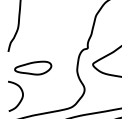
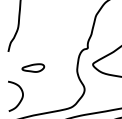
part at (33, 67) size: 39x16 px -> 25x10 px
